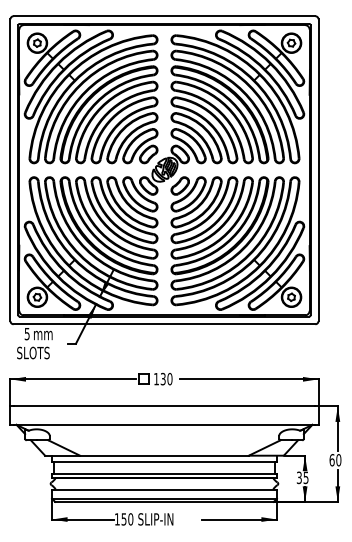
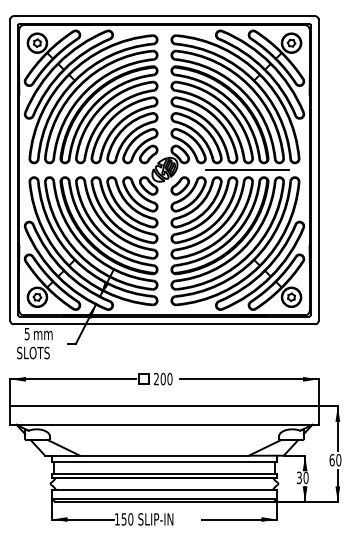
line at (247, 170): none -> present
text at (159, 378): 130 -> 200
text at (305, 477): 35 -> 30
